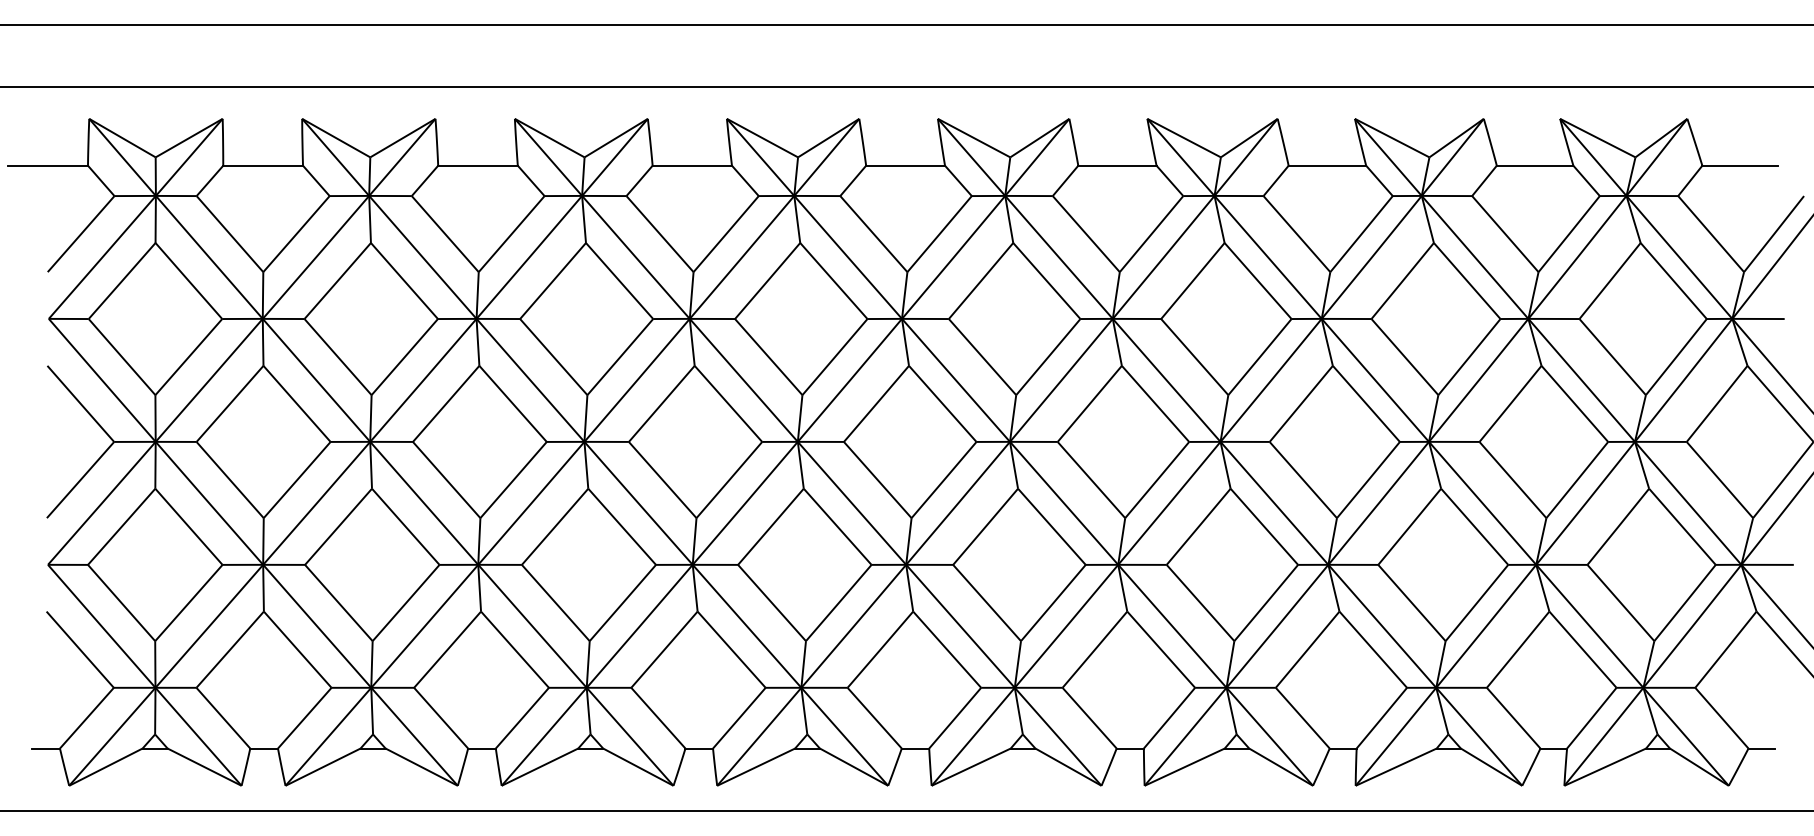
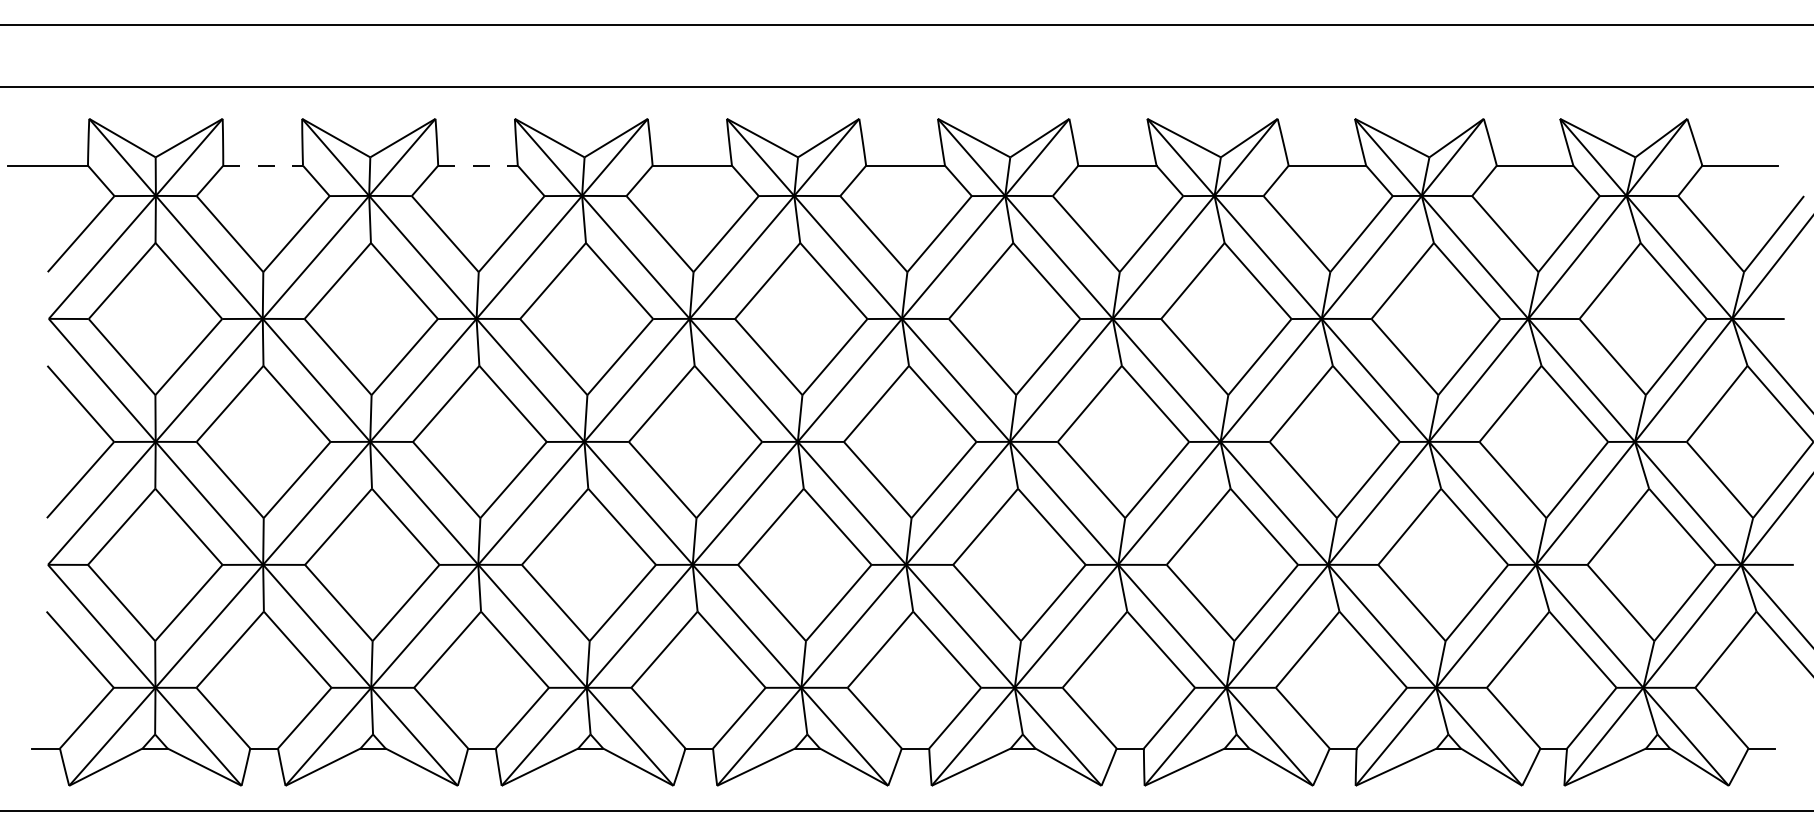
line at (263, 165): solid -> dashed
line at (478, 165): solid -> dashed
